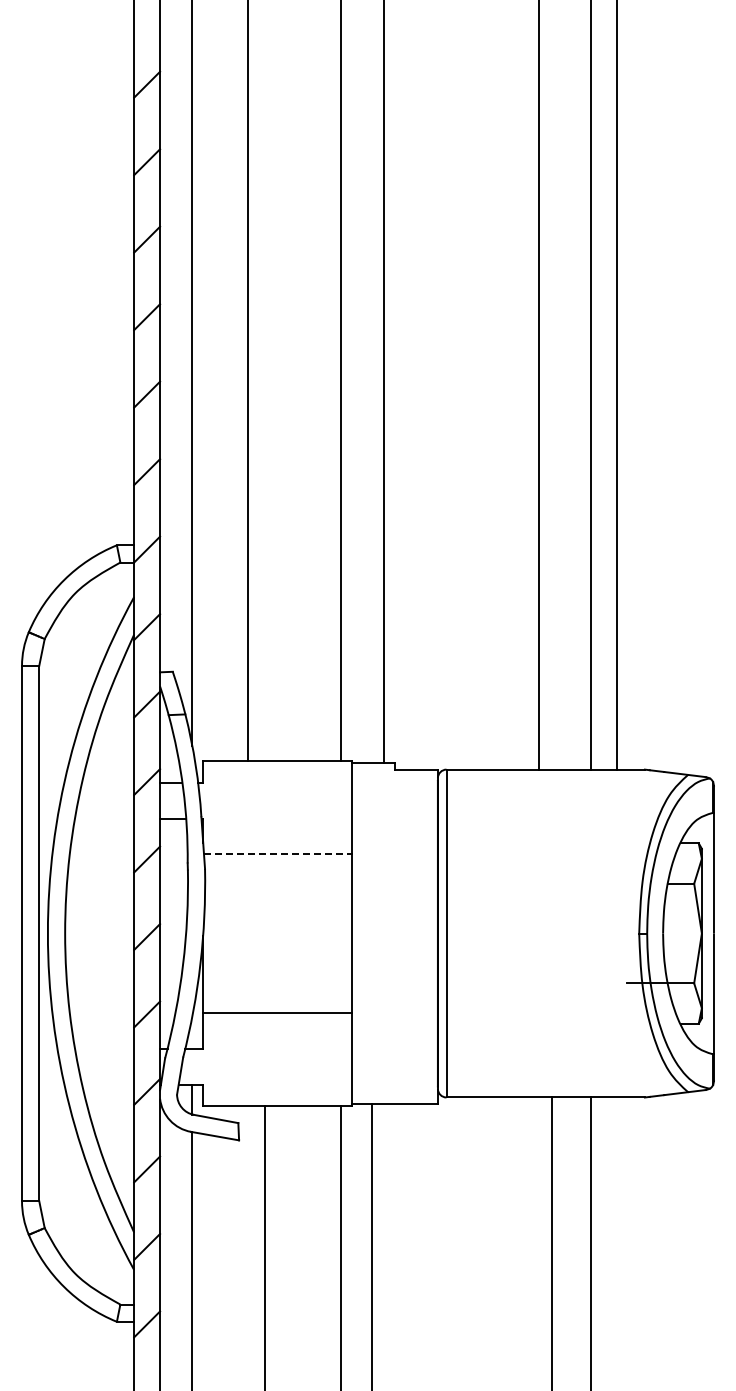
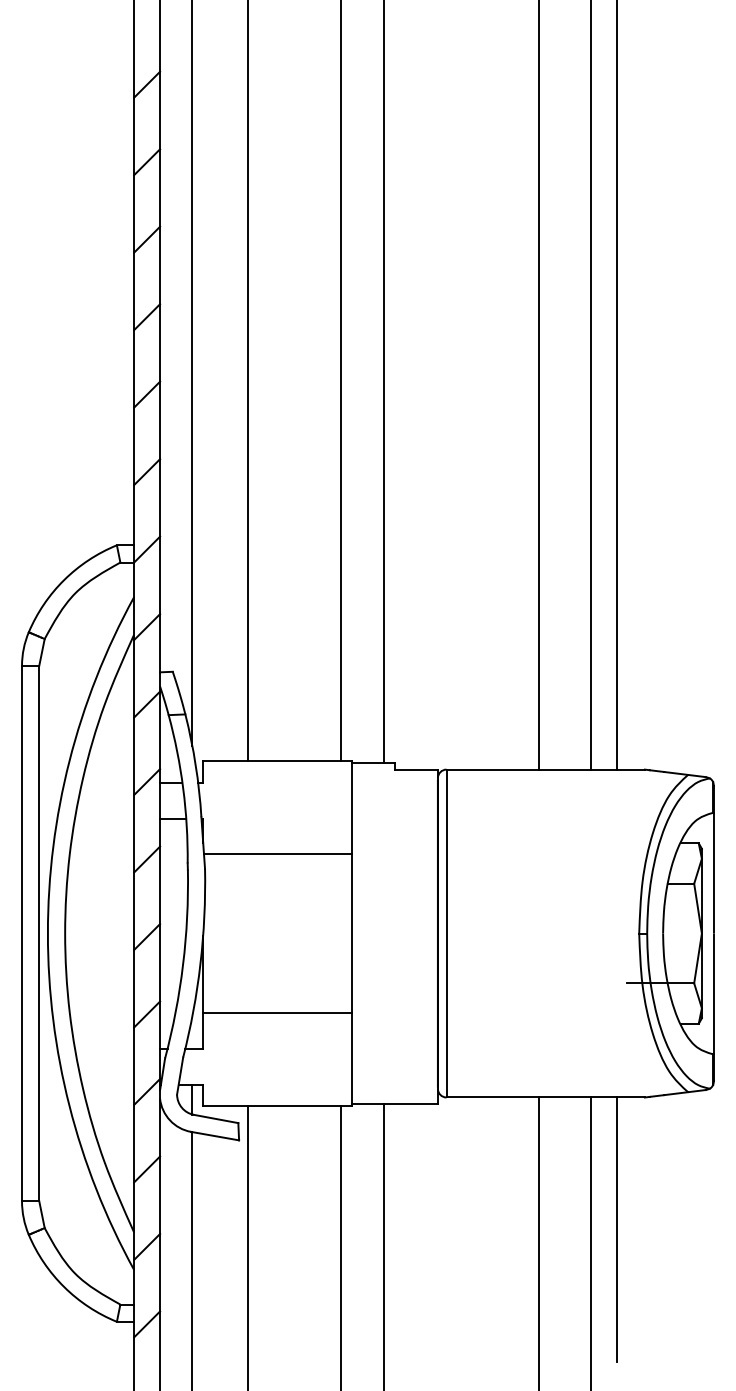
line at (277, 854): dashed -> solid
line at (616, 1229): none -> present
line at (552, 1242) position: (552, 1242) -> (539, 1242)
line at (372, 1245) position: (372, 1245) -> (384, 1245)
line at (265, 1246) position: (265, 1246) -> (248, 1246)
